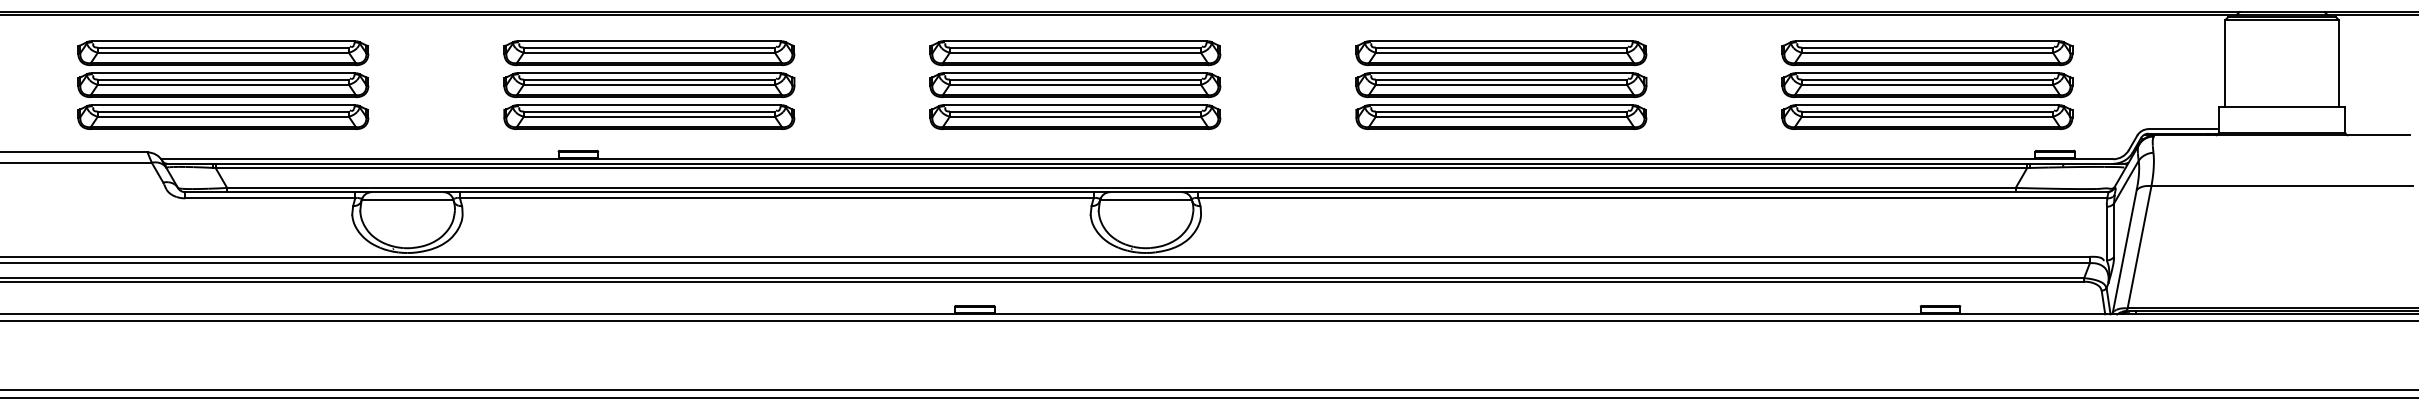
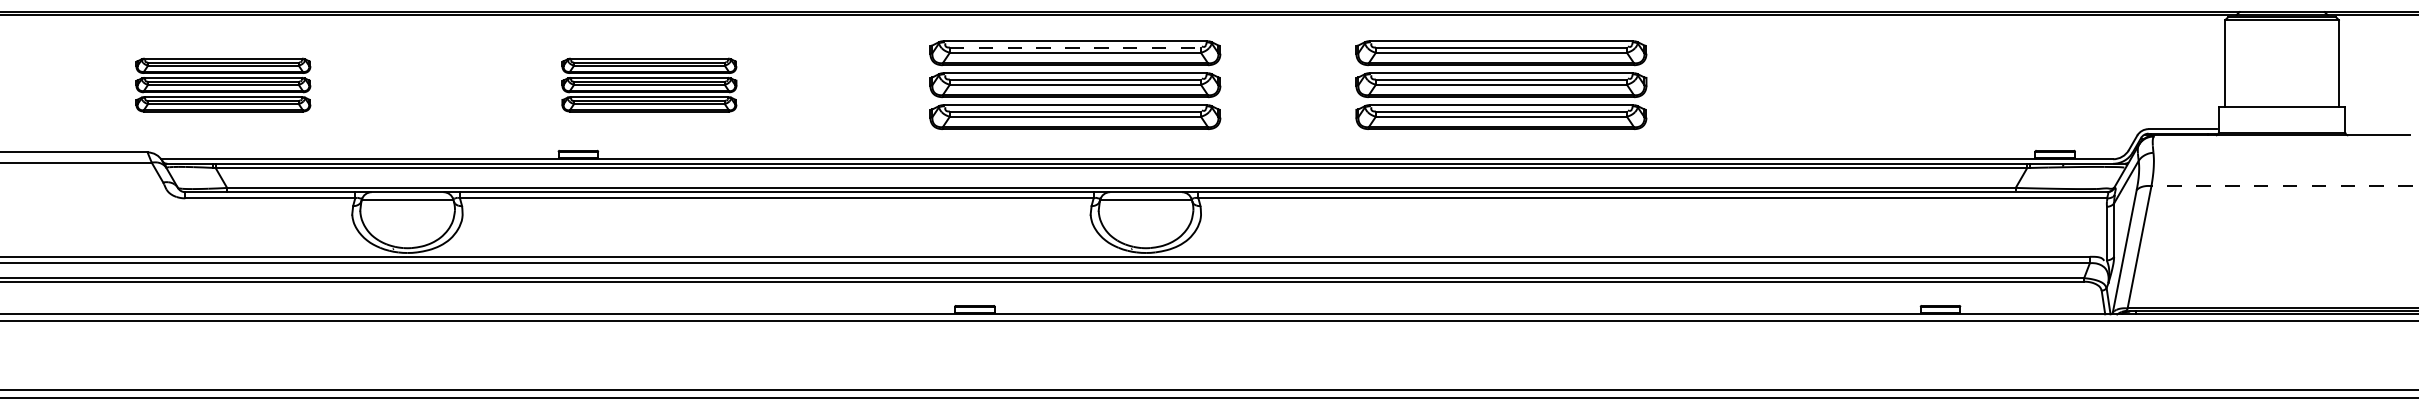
line at (1075, 47): solid -> dashed
part at (223, 84) size: 293x90 px -> 177x56 px
part at (649, 84) size: 293x90 px -> 177x56 px
part at (1927, 84): present -> none
line at (2282, 186): solid -> dashed
